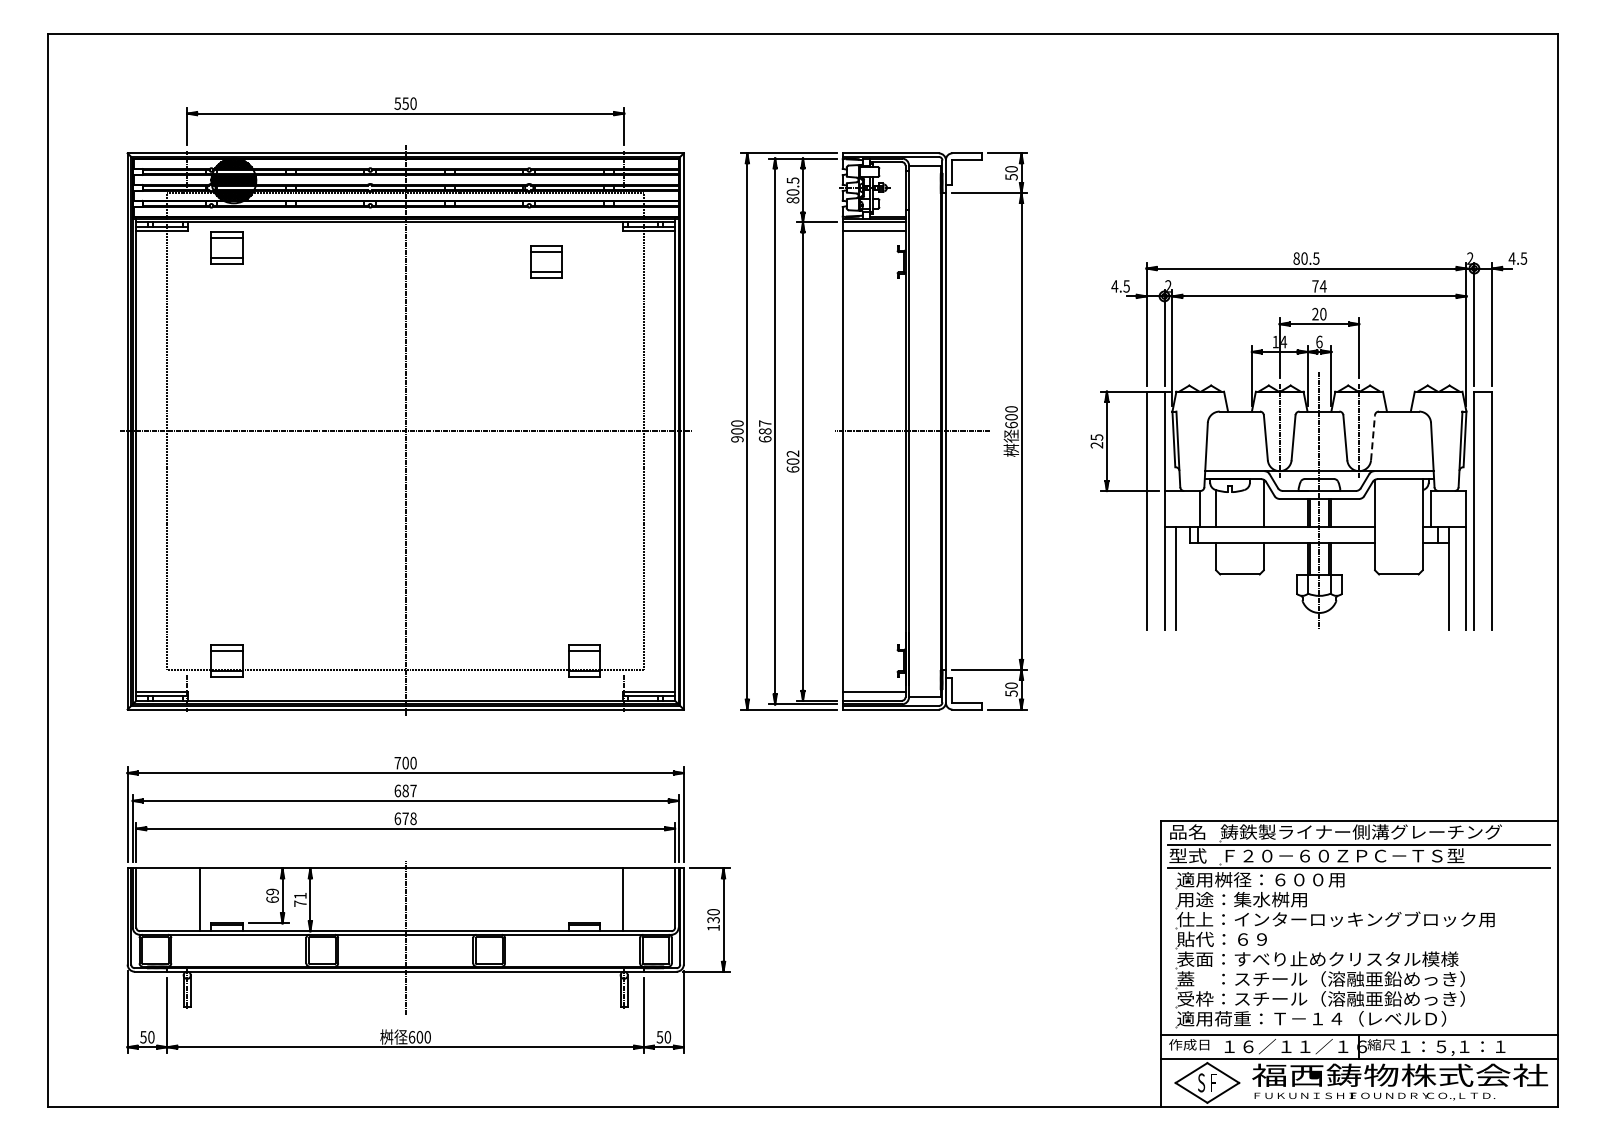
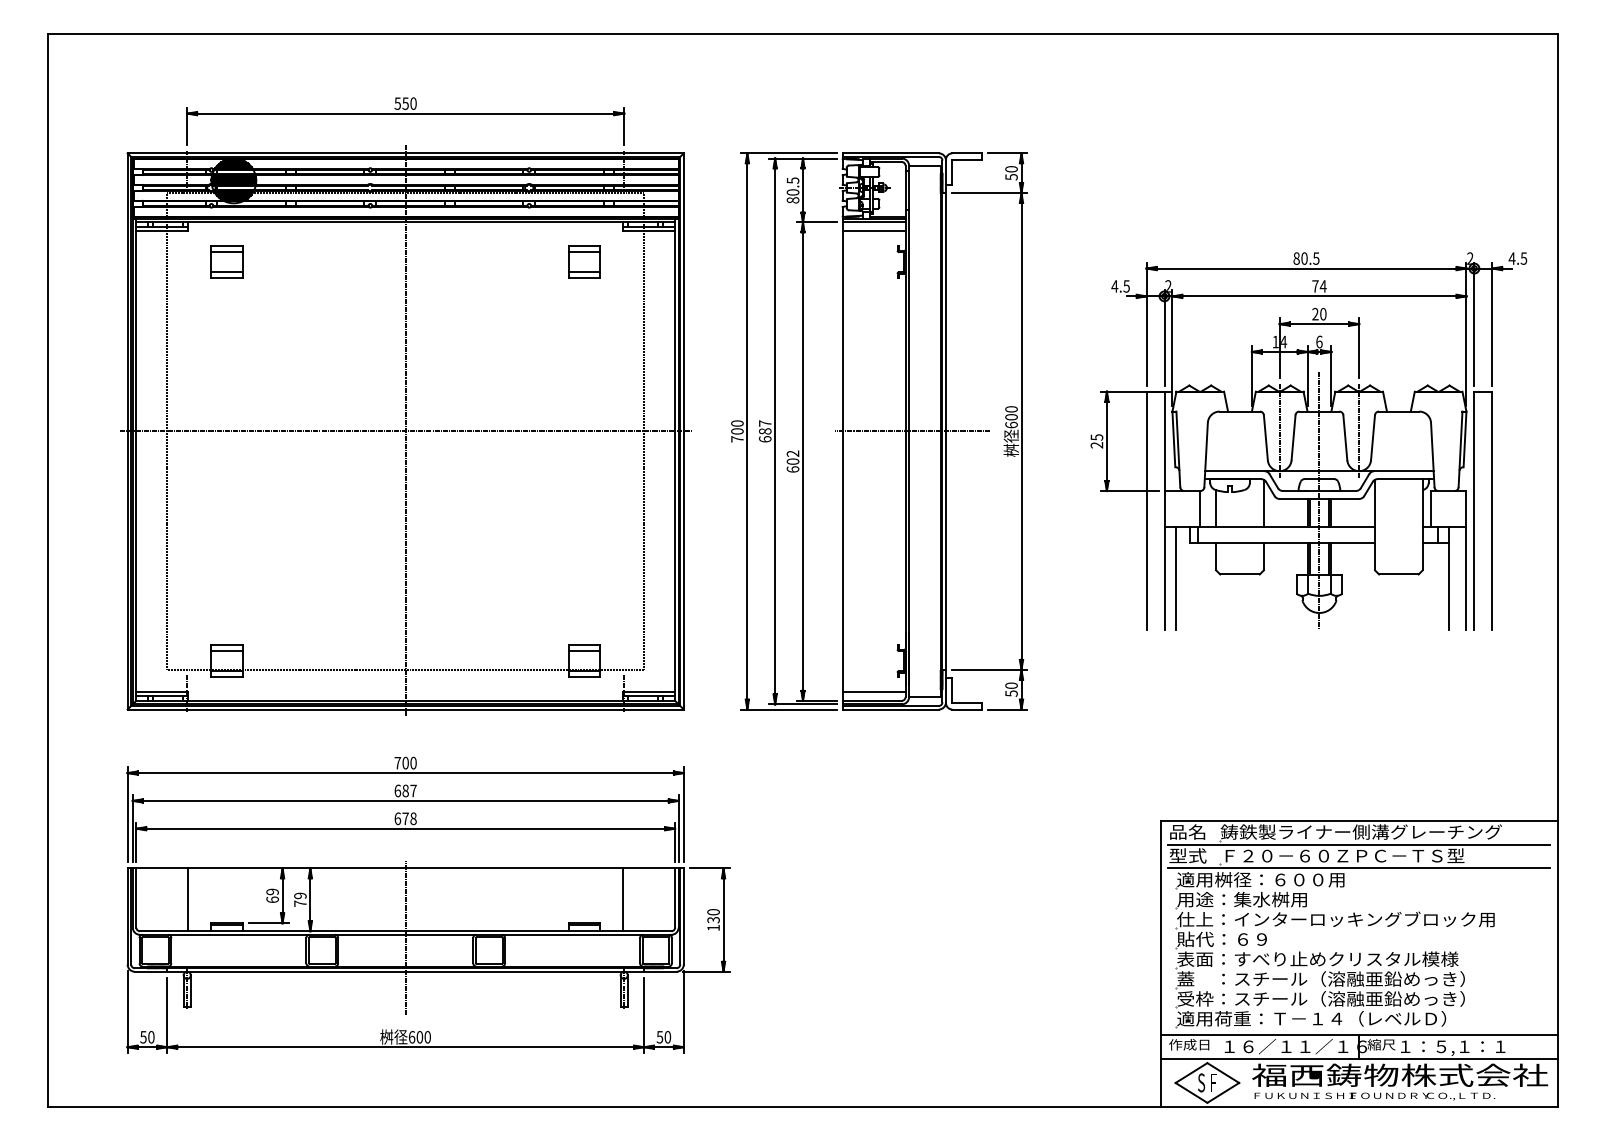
part at (226, 247) position: (226, 247) -> (226, 261)
part at (546, 261) position: (546, 261) -> (584, 261)
line at (1373, 437): dashed -> solid
text at (737, 439): 900 -> 700
text at (300, 895): 71 -> 79
line at (200, 899) position: (200, 899) -> (188, 899)
